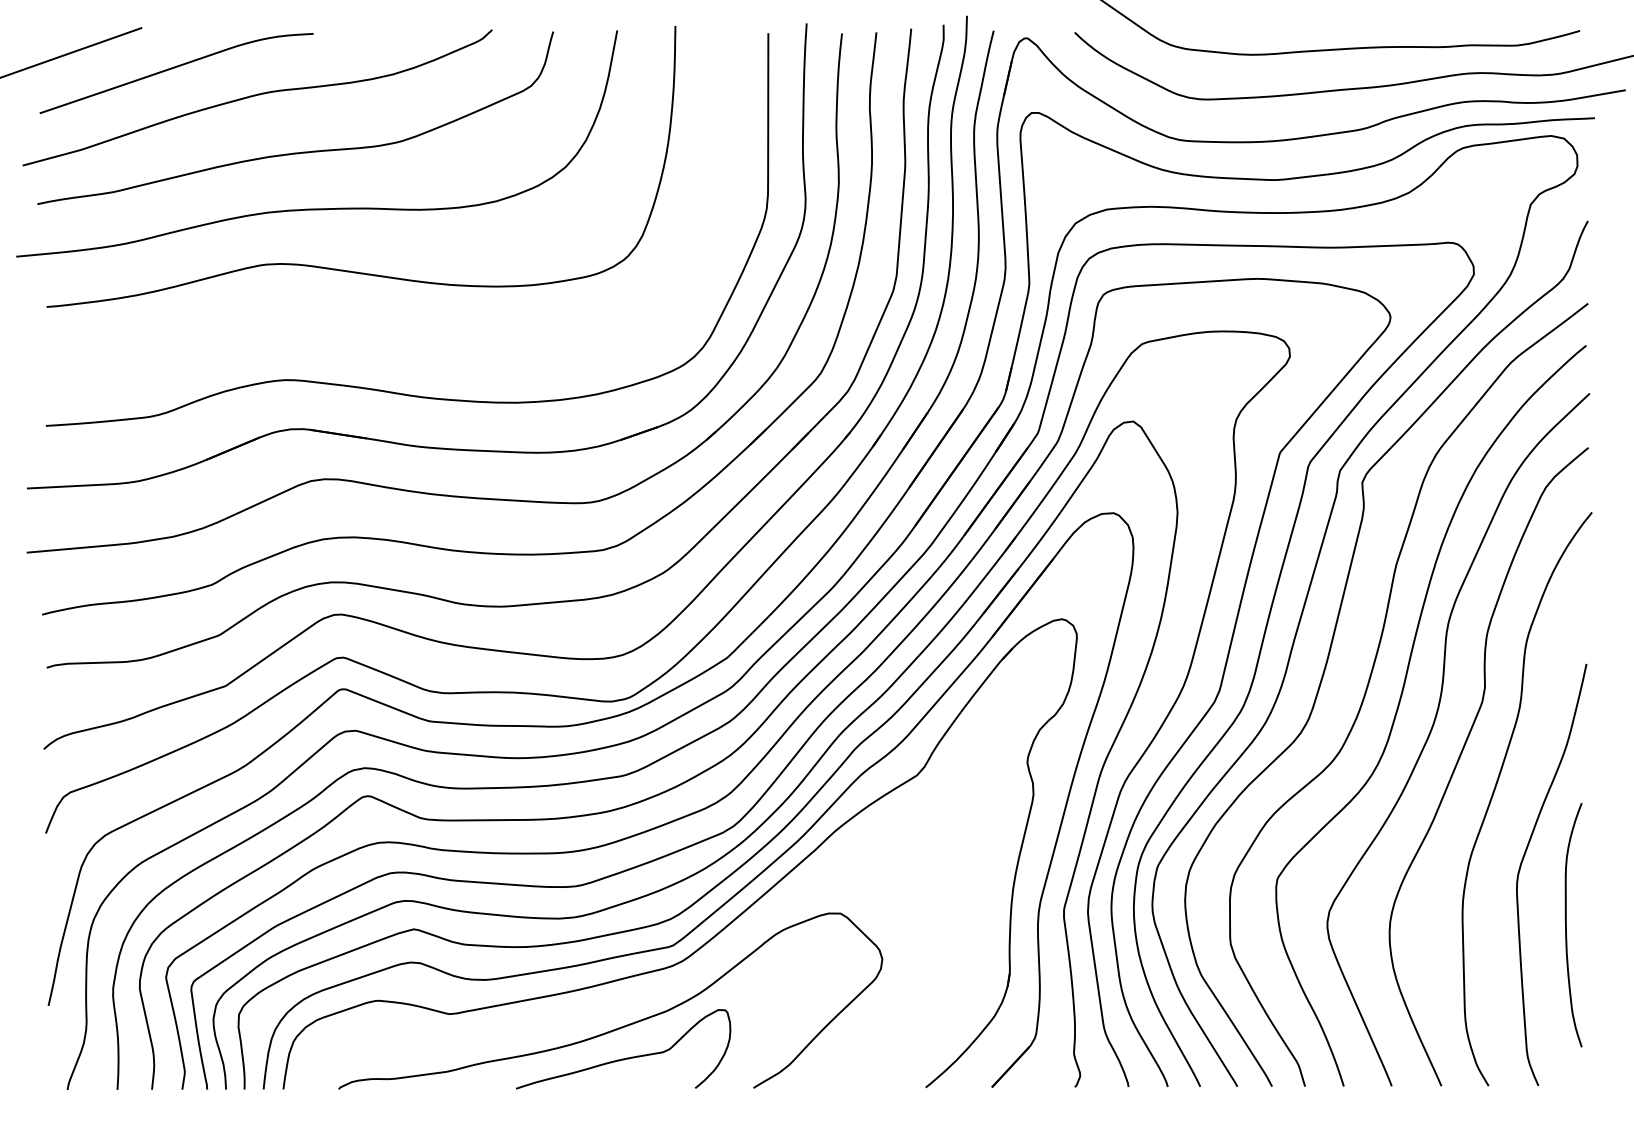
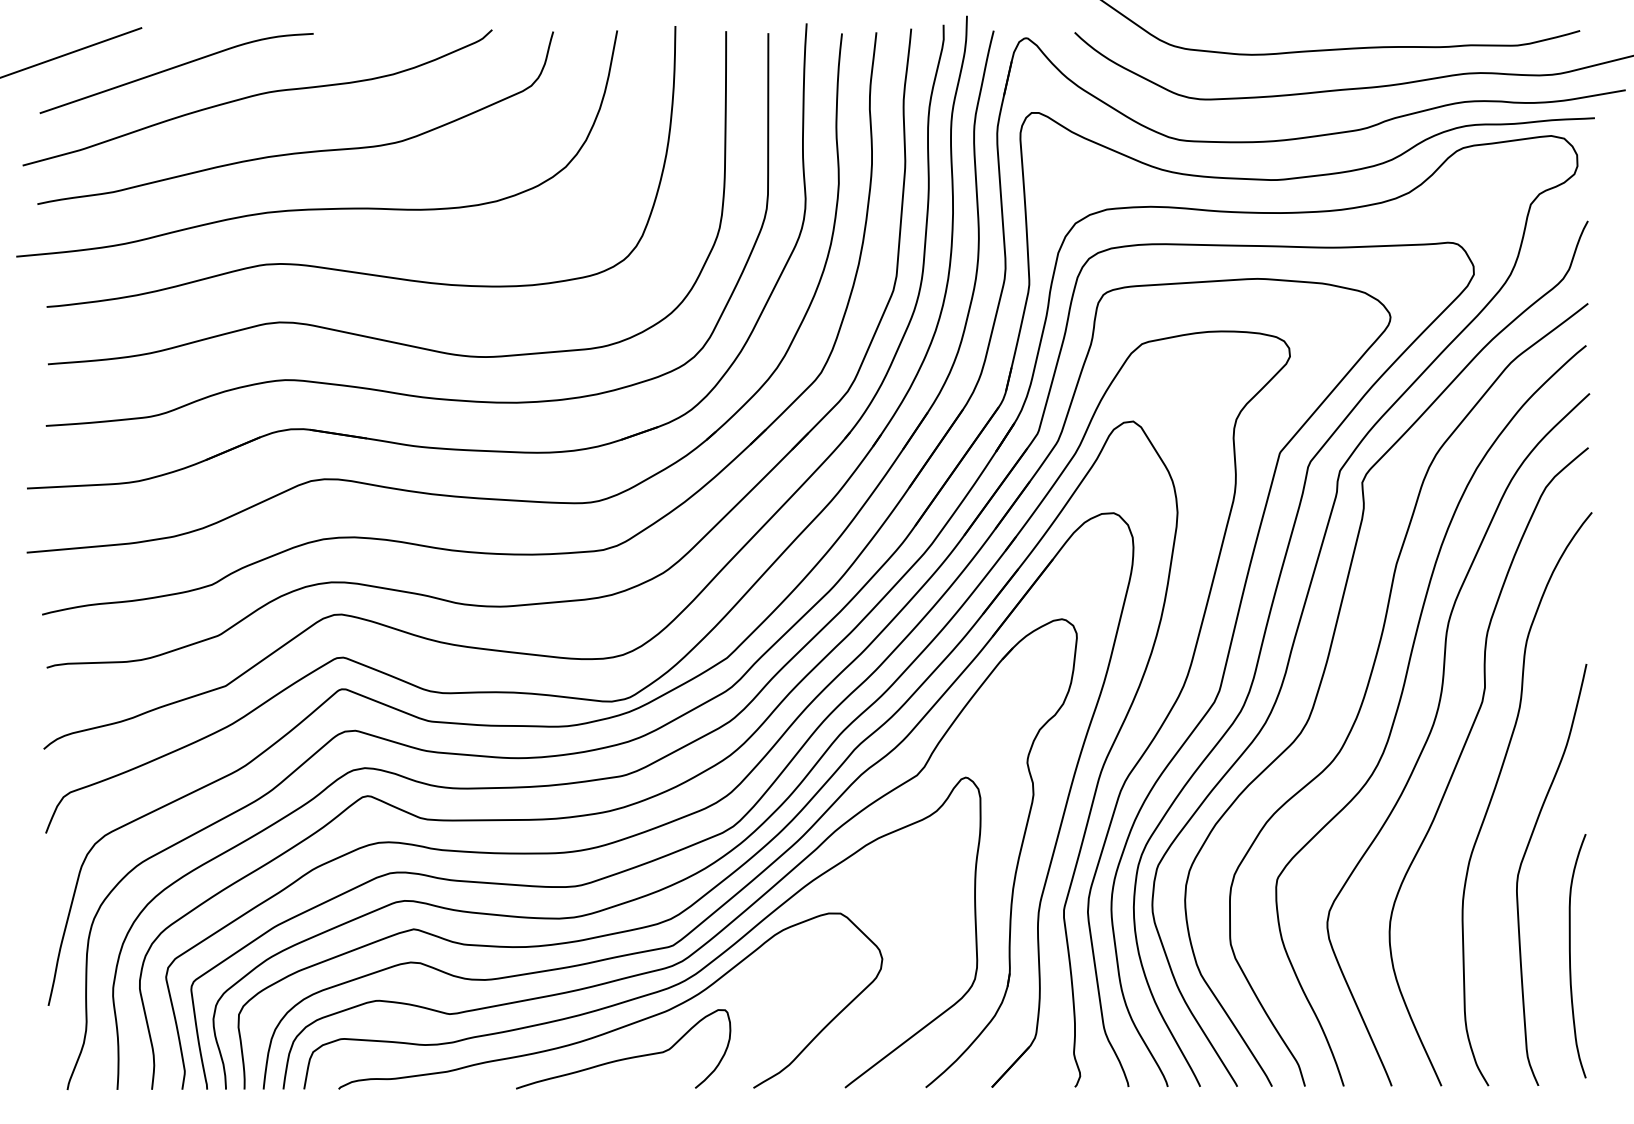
curve at (361, 334): none -> present
curve at (1566, 925) position: (1566, 925) -> (1570, 956)
curve at (661, 989): none -> present
